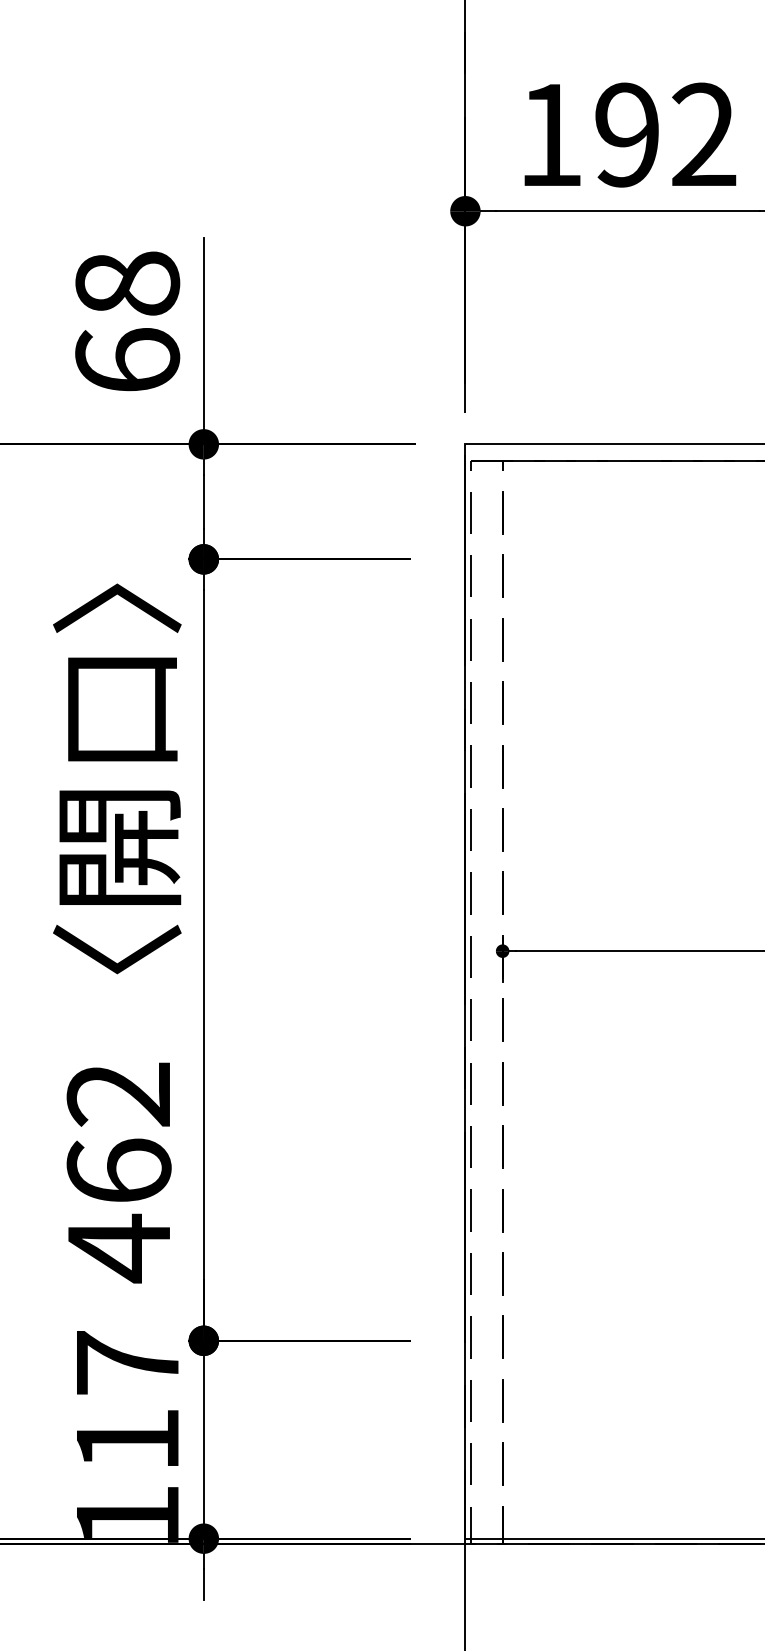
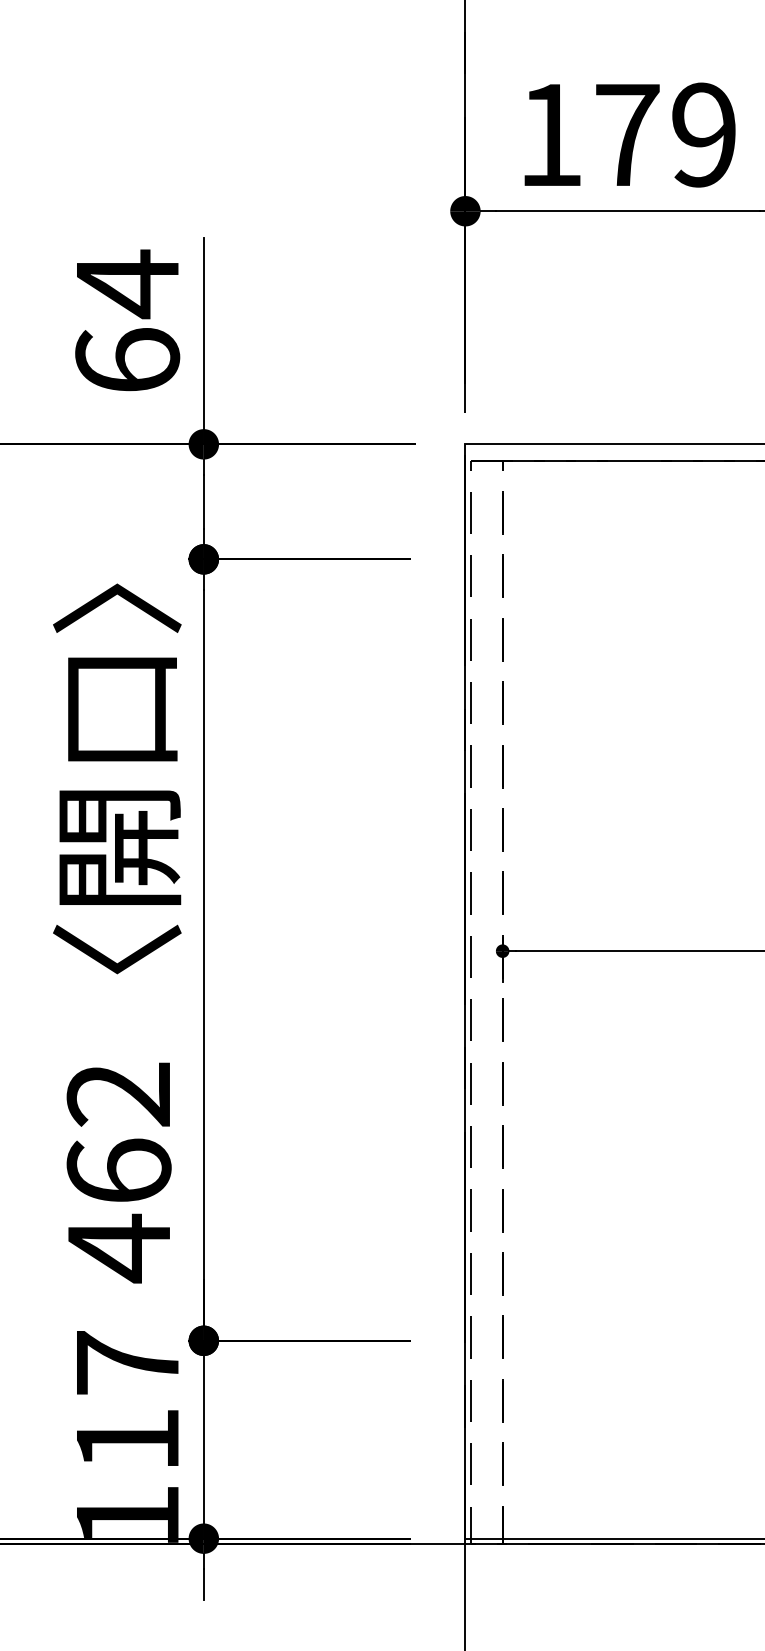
text at (665, 134): 192 -> 179
text at (127, 284): 68 -> 64
